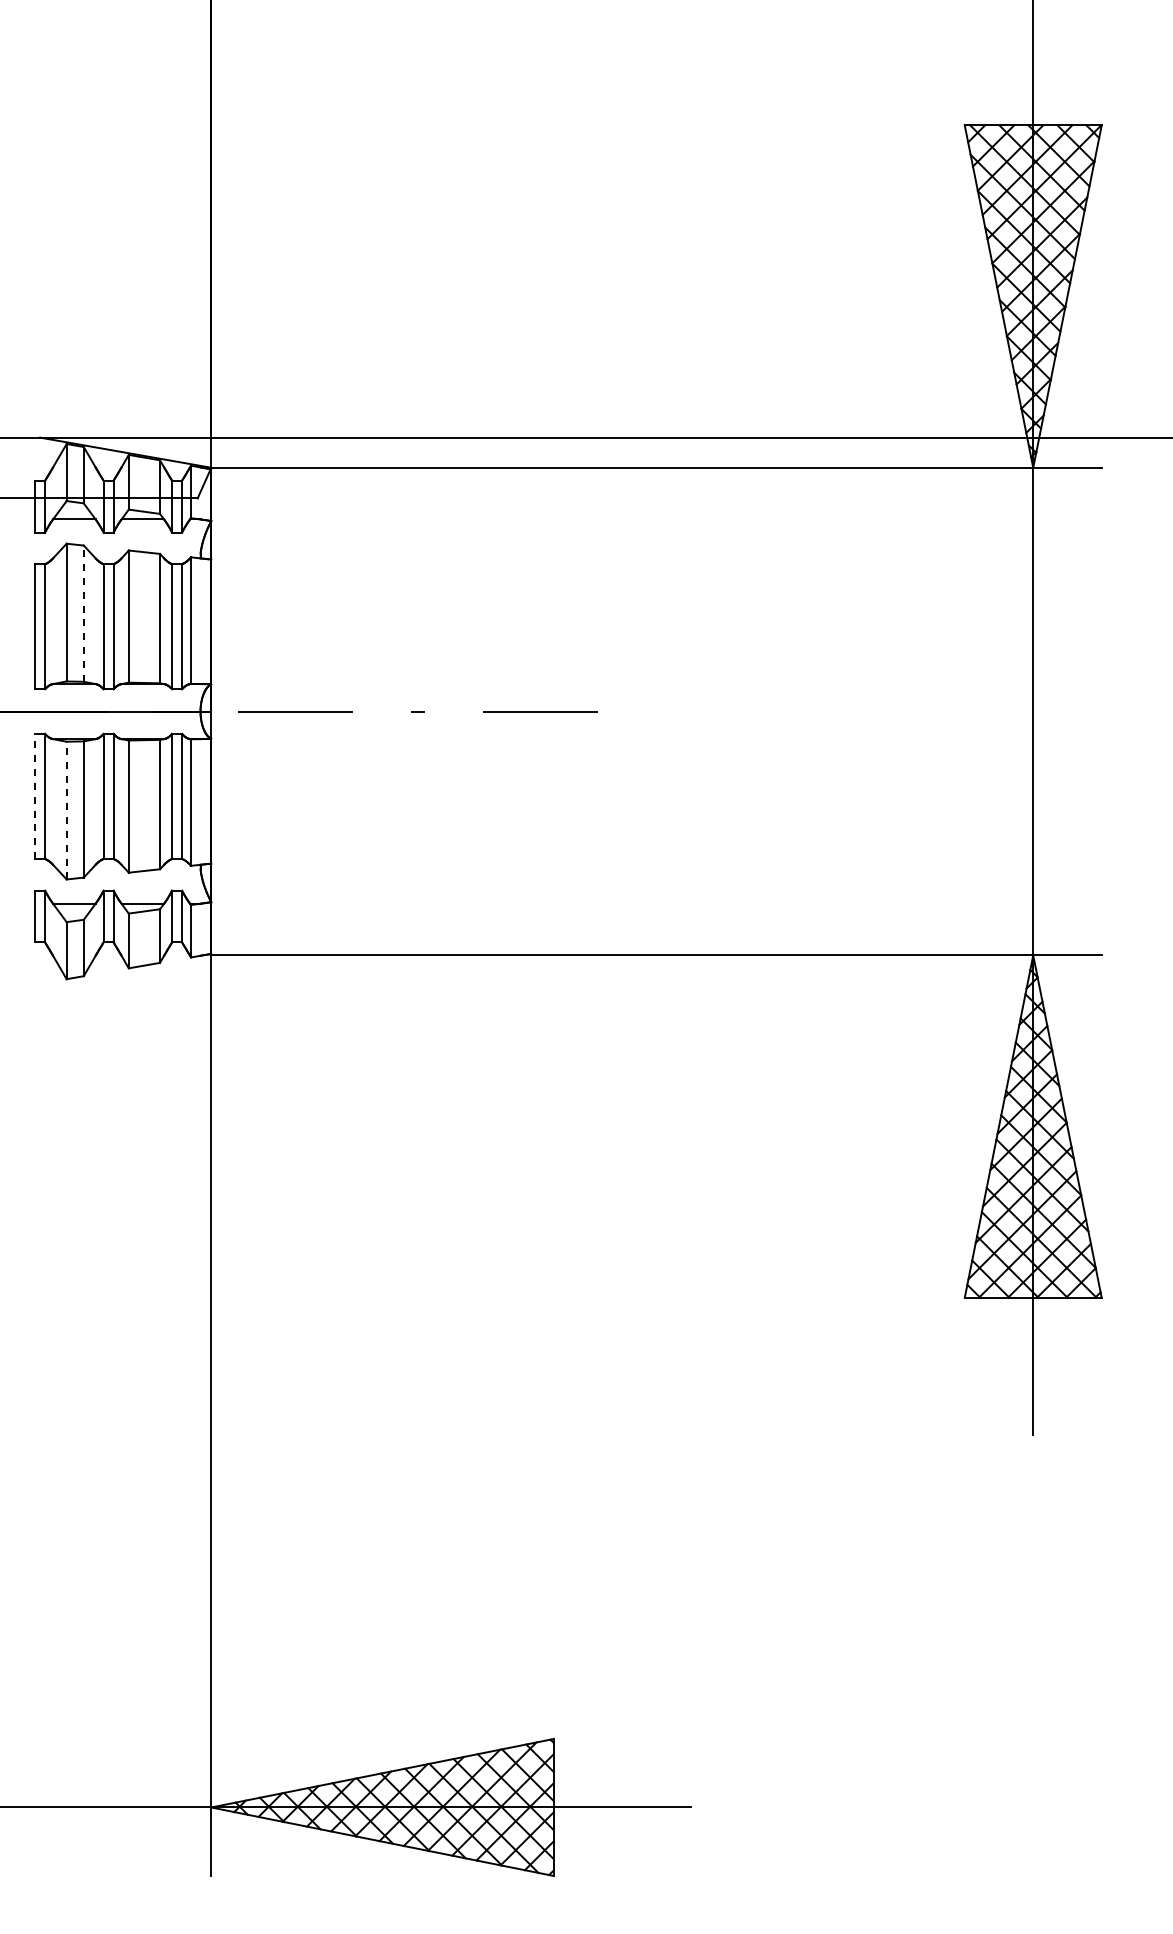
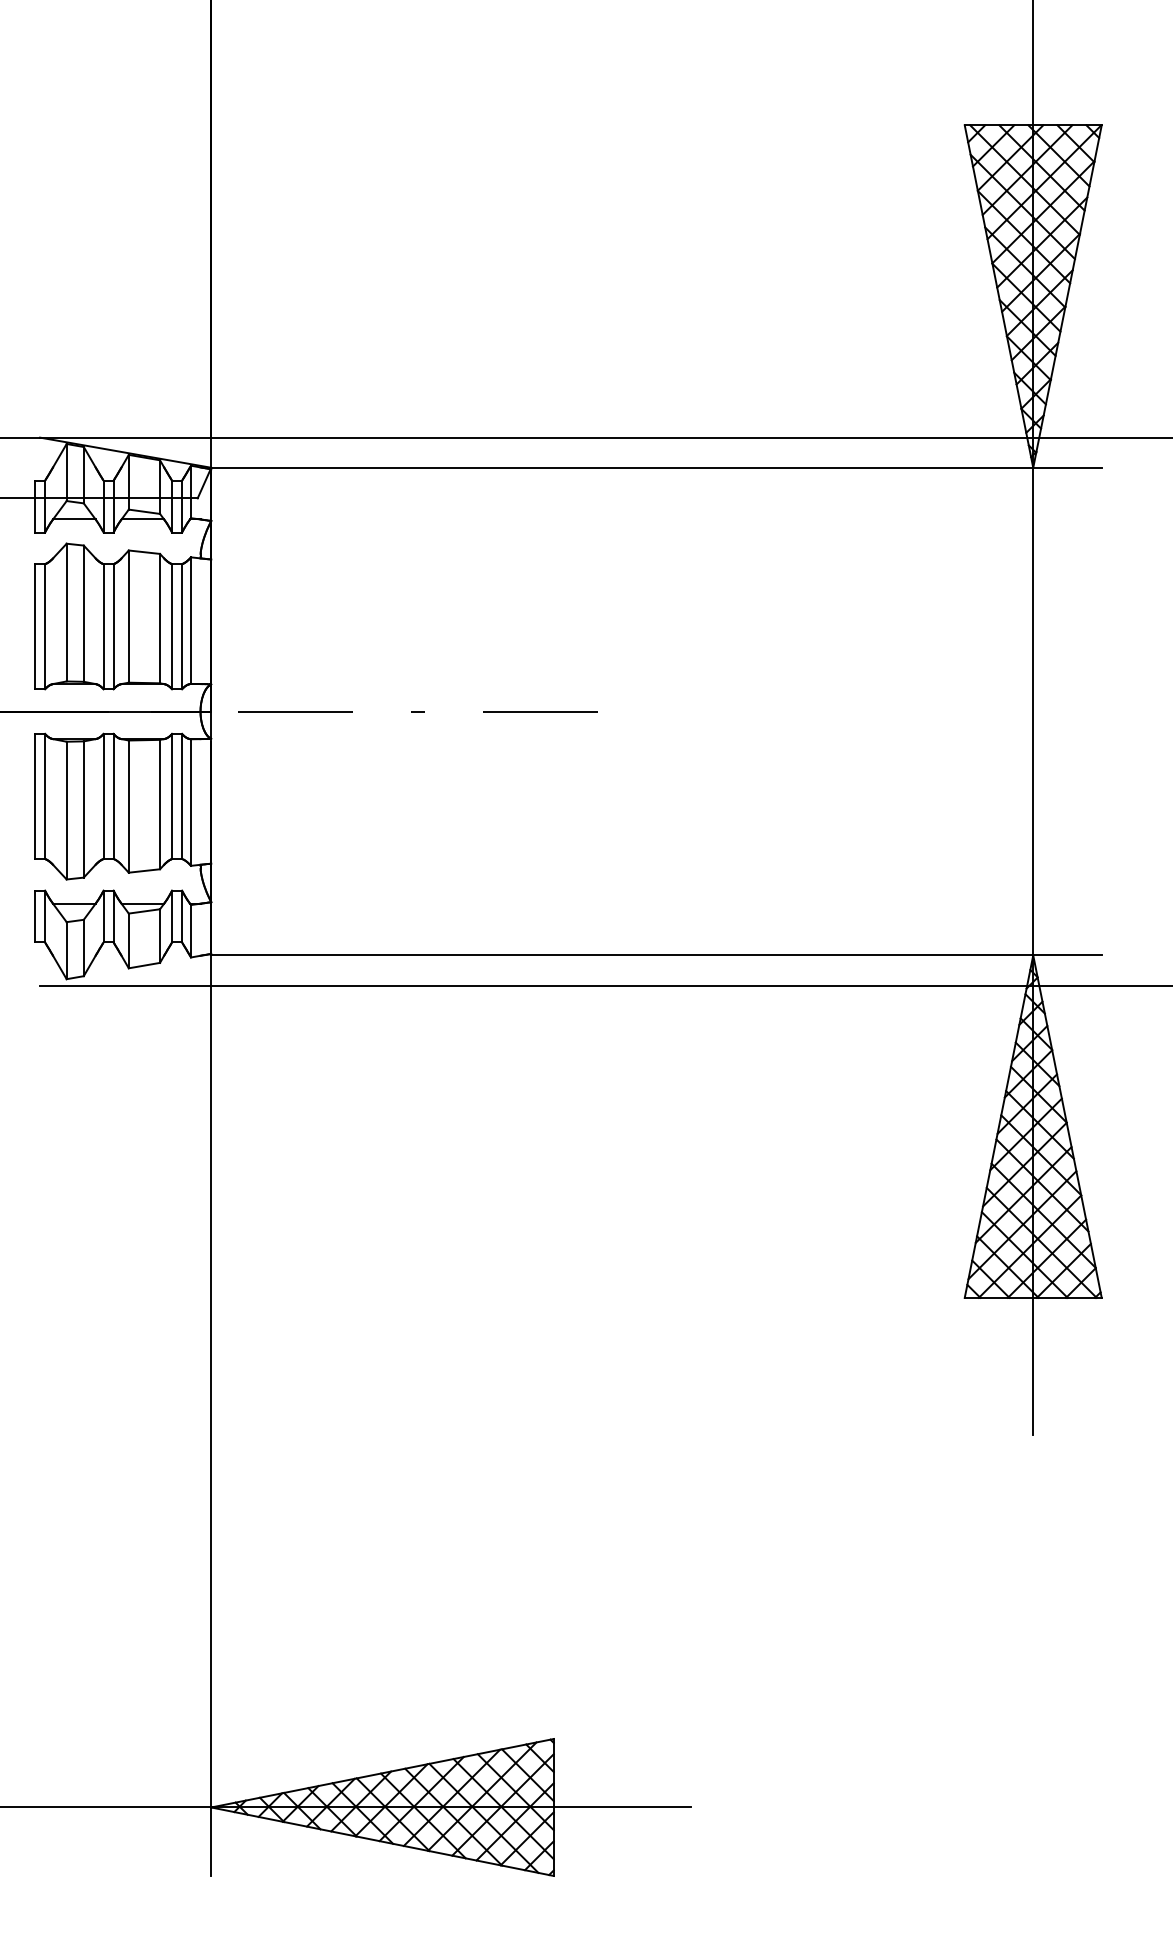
line at (83, 613): dashed -> solid
line at (35, 796): dashed -> solid
line at (66, 810): dashed -> solid
line at (604, 985): none -> present
